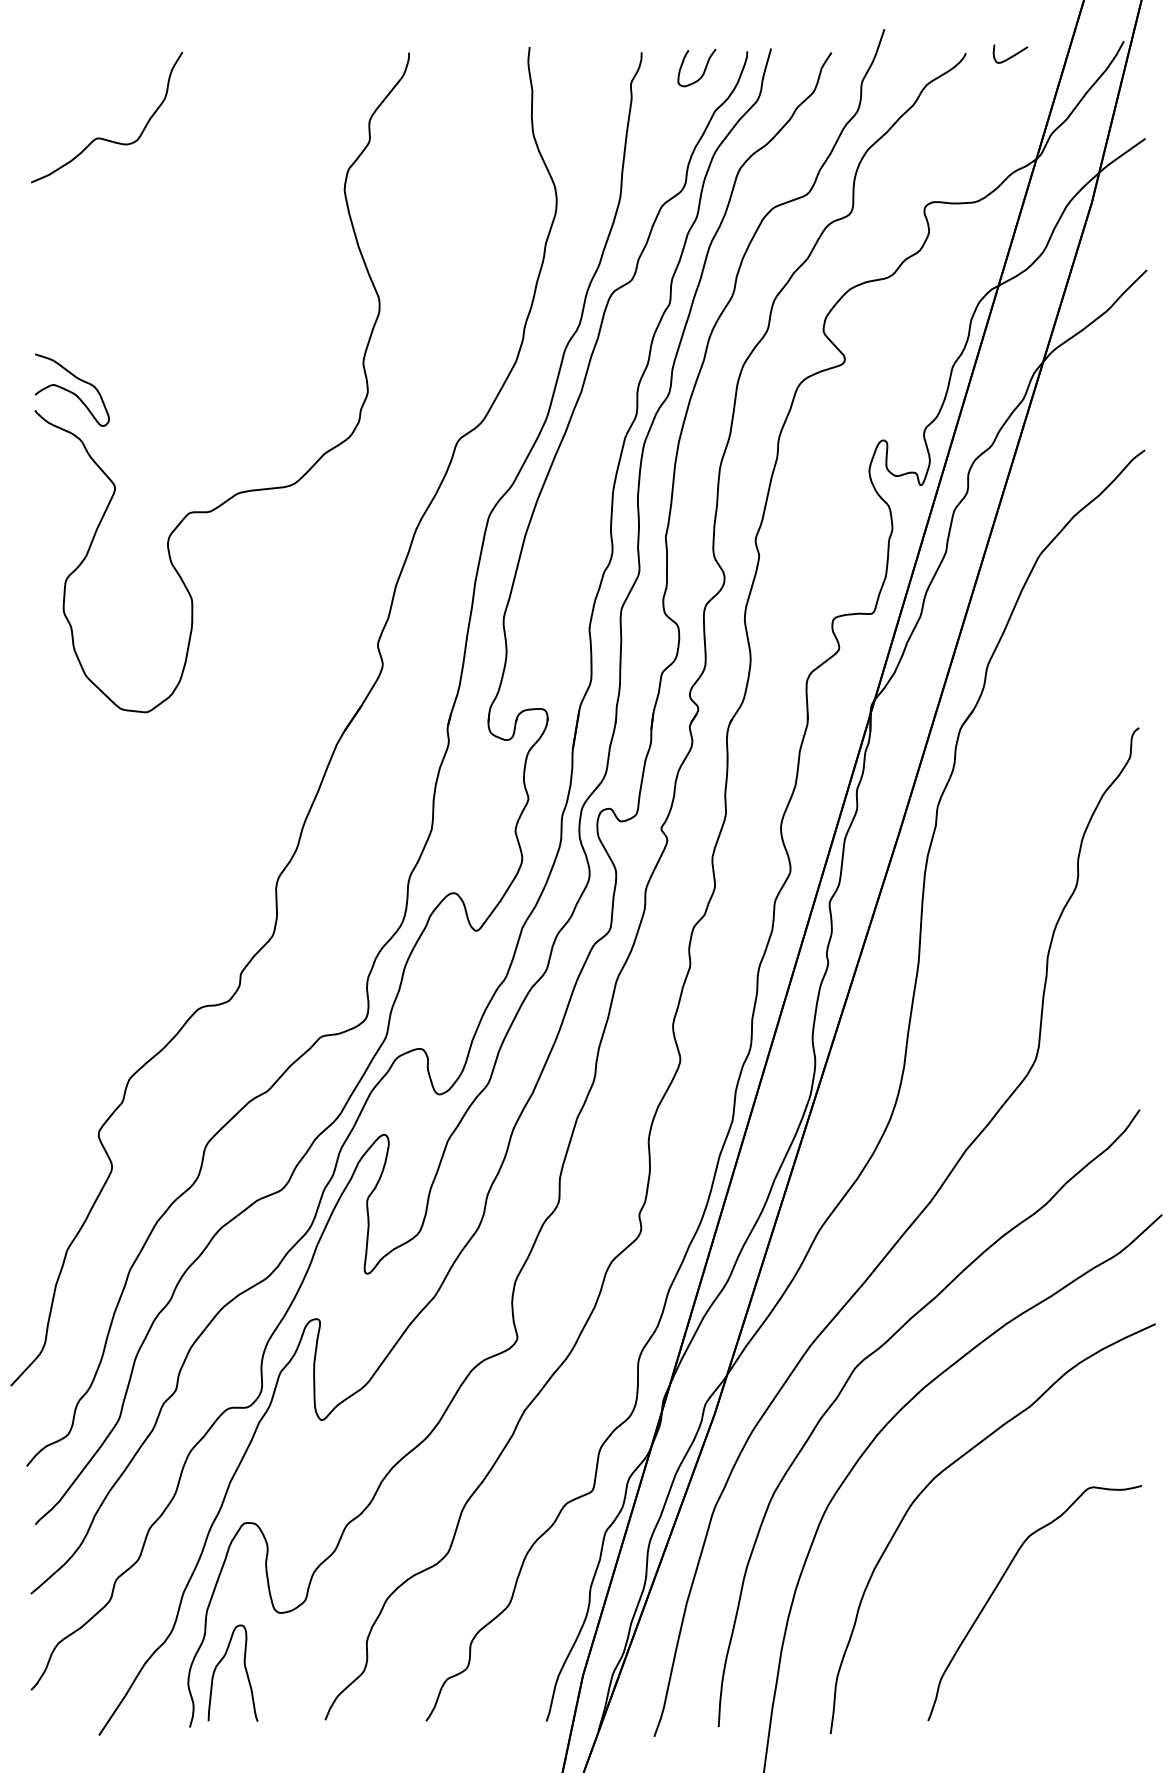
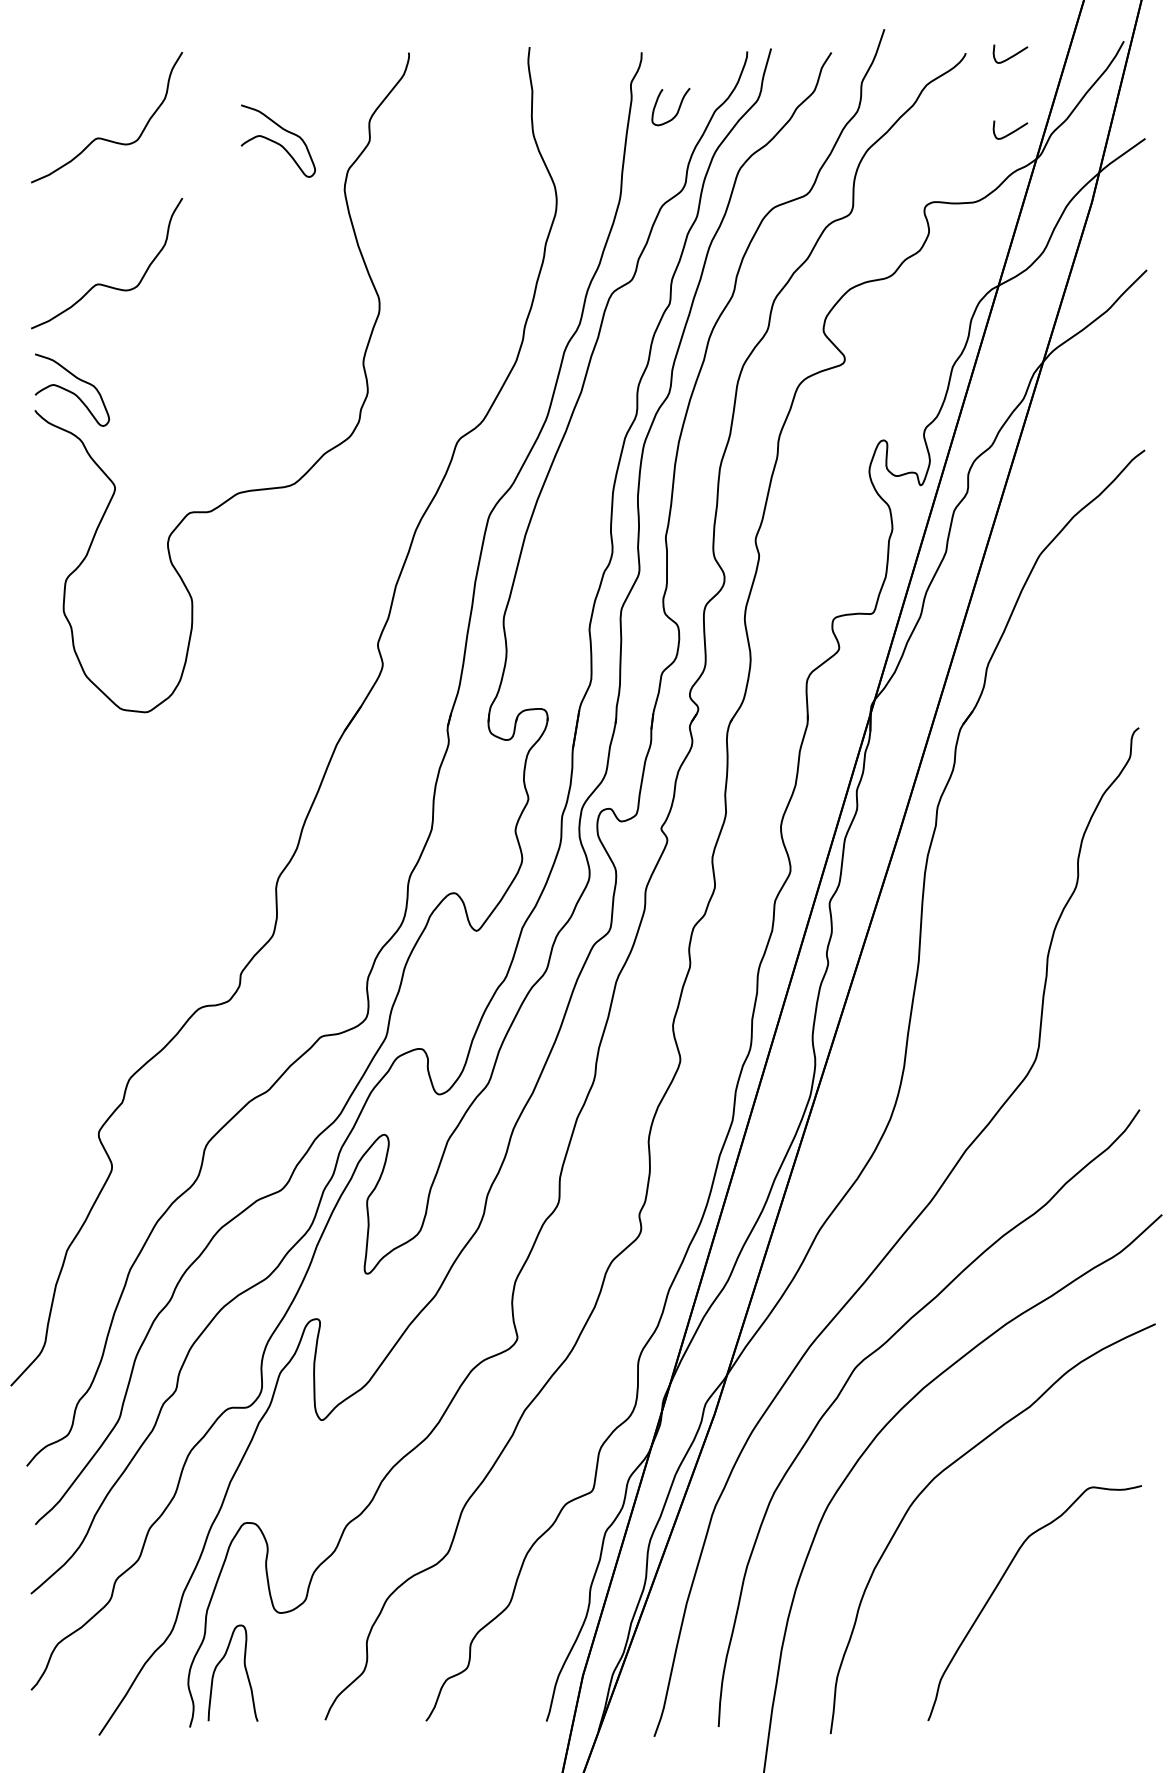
curve at (704, 68) position: (704, 68) -> (678, 107)
curve at (1012, 131): none -> present
curve at (278, 142): none -> present
curve at (101, 283): none -> present
